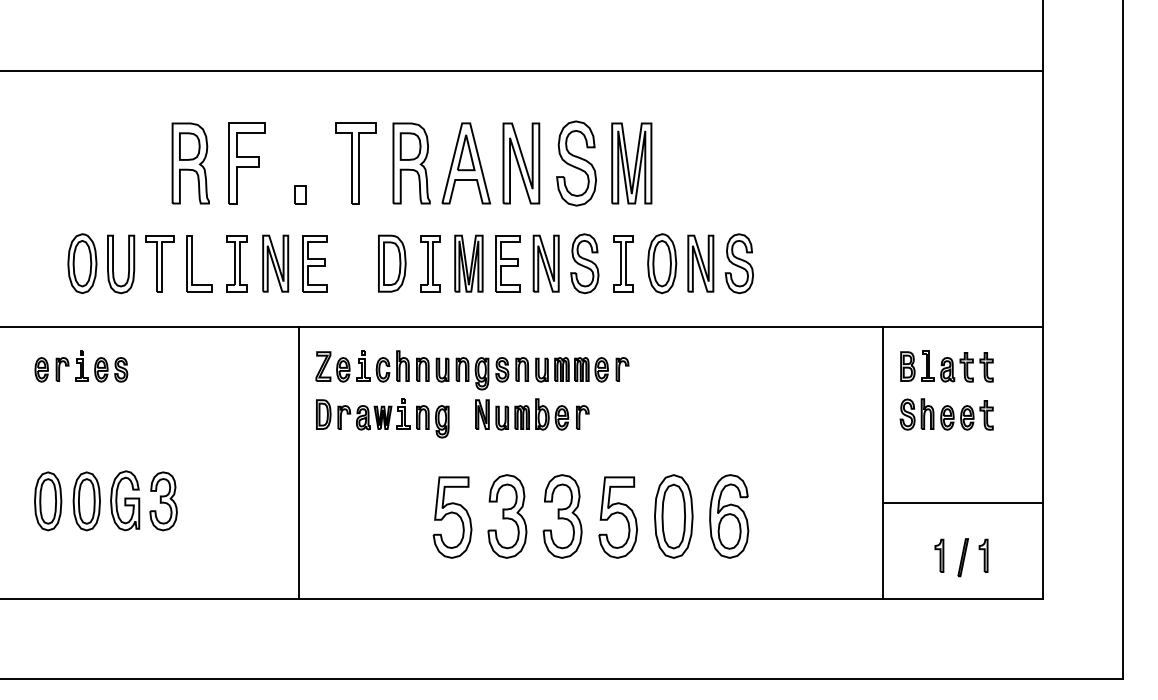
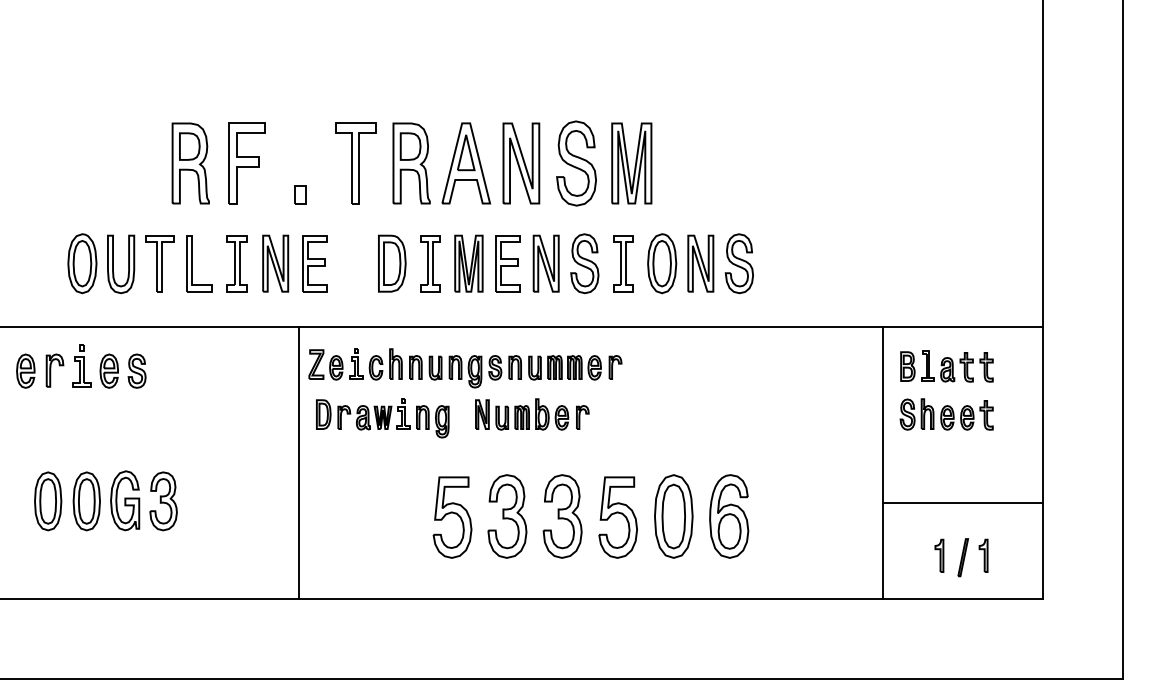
line at (522, 70): present -> none
part at (81, 366) size: 95x33 px -> 131x45 px
part at (472, 370) position: (472, 370) -> (465, 368)
